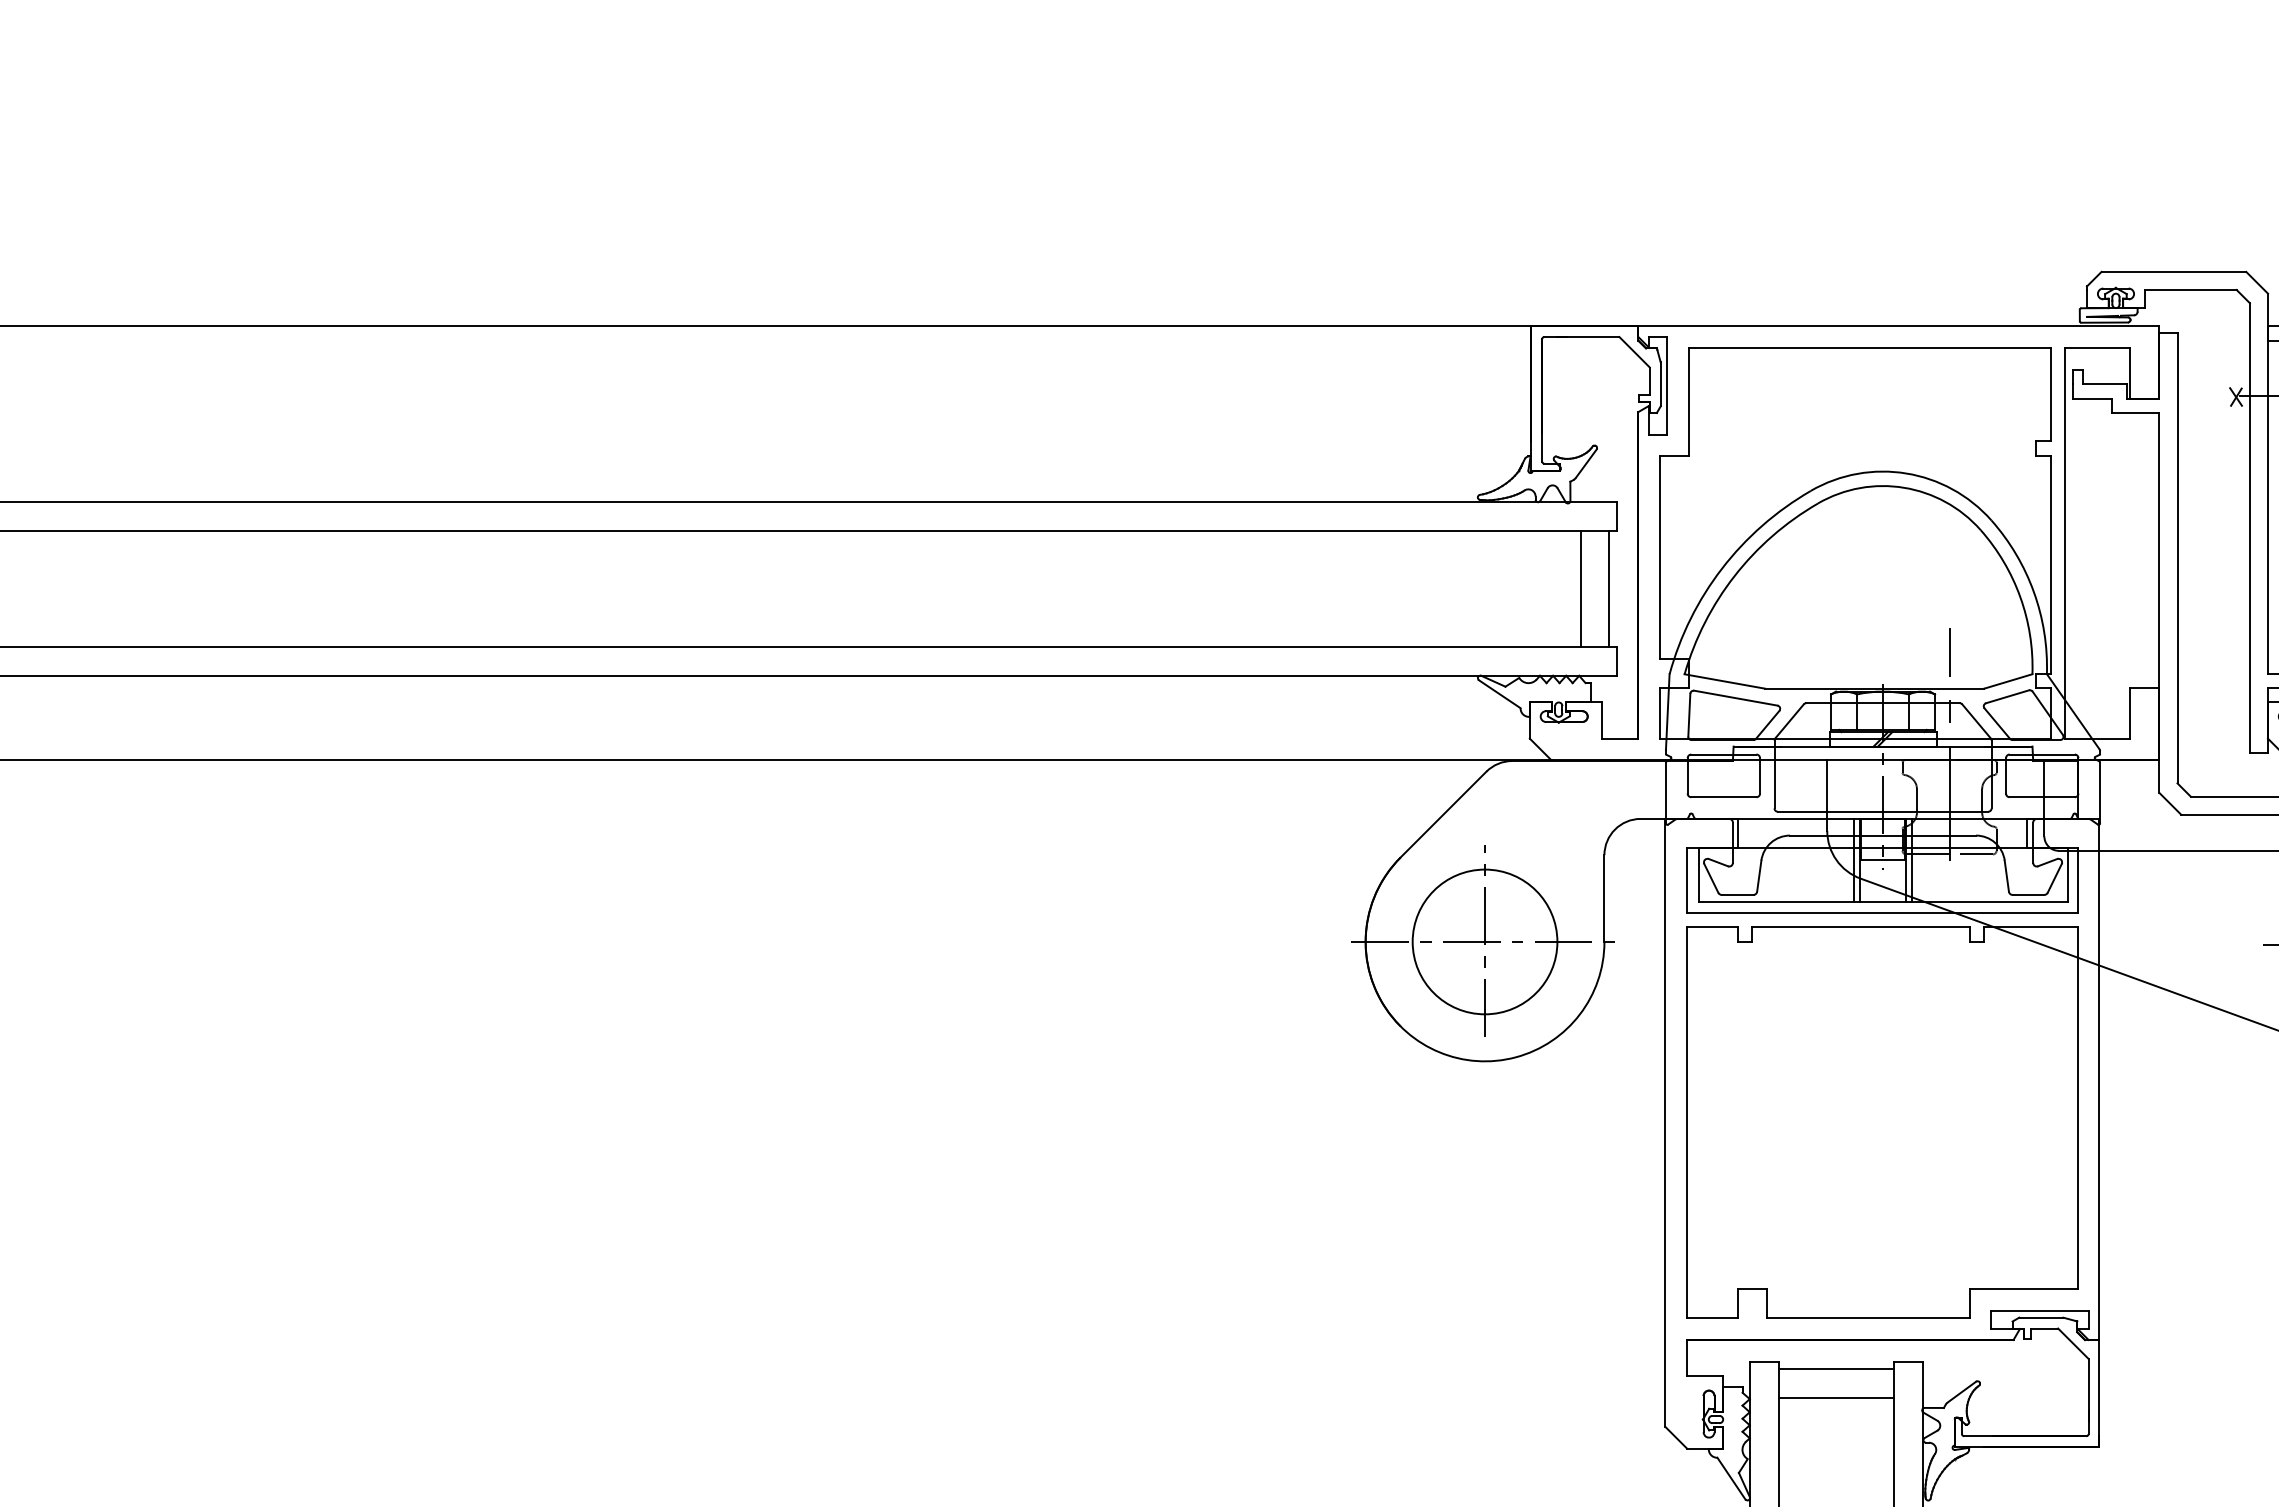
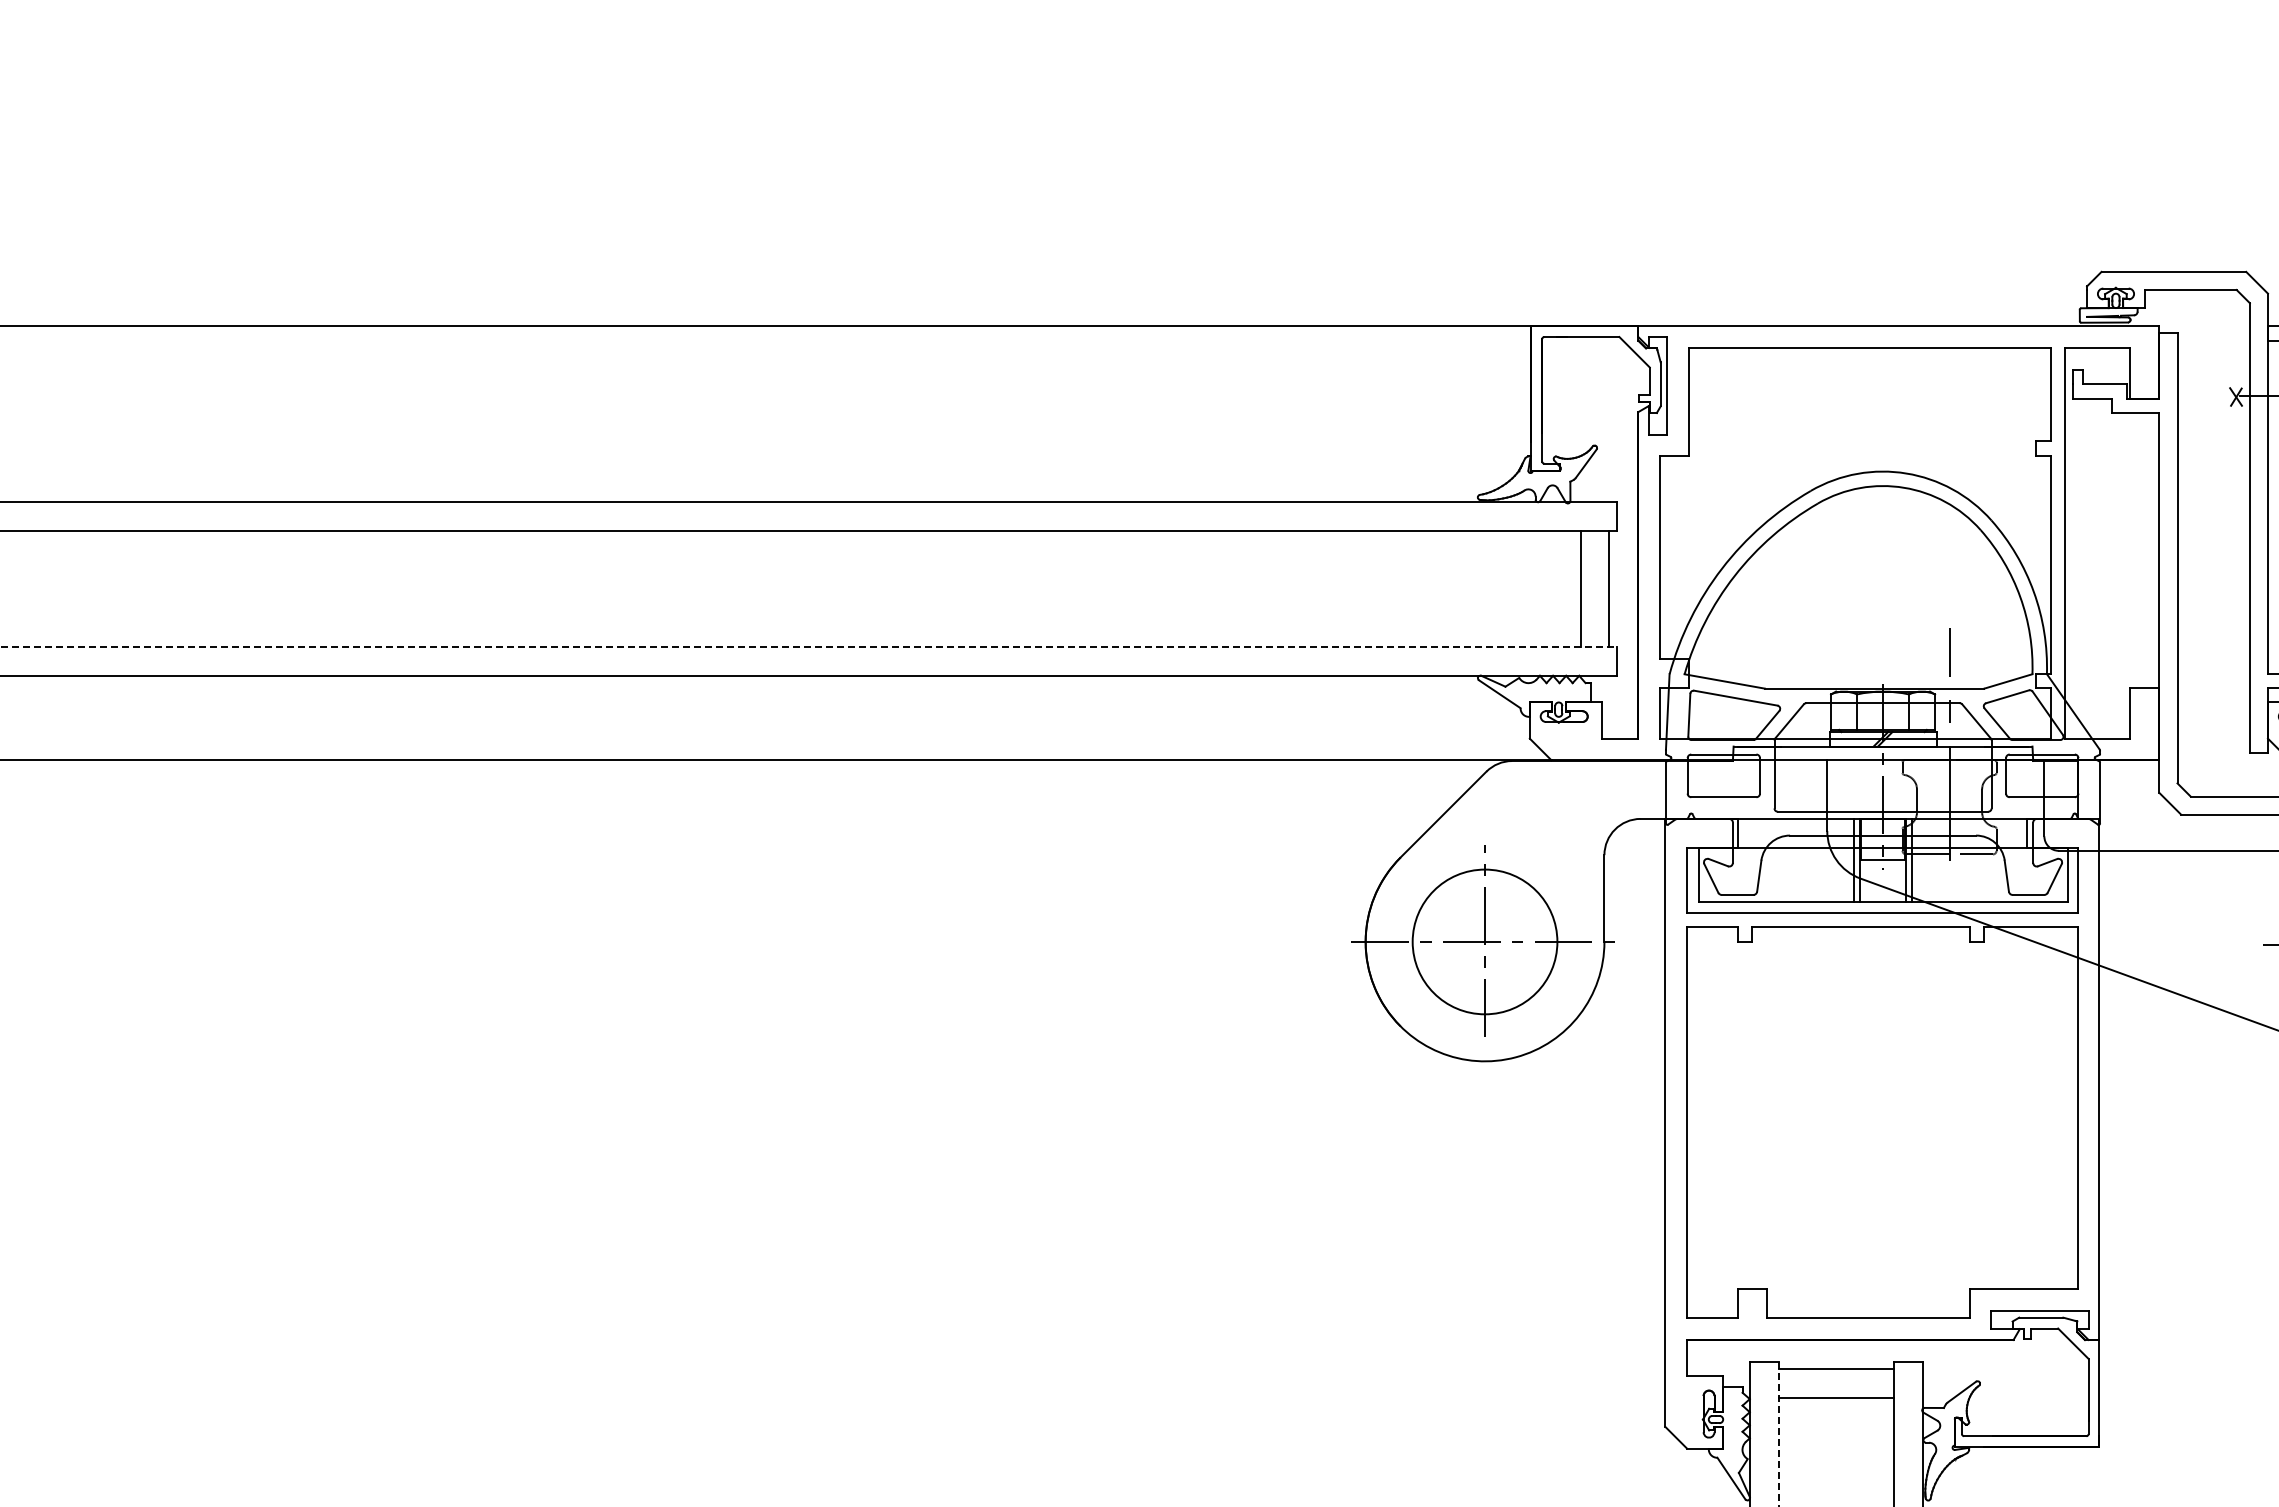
line at (808, 646): solid -> dashed
line at (1778, 1433): solid -> dashed
